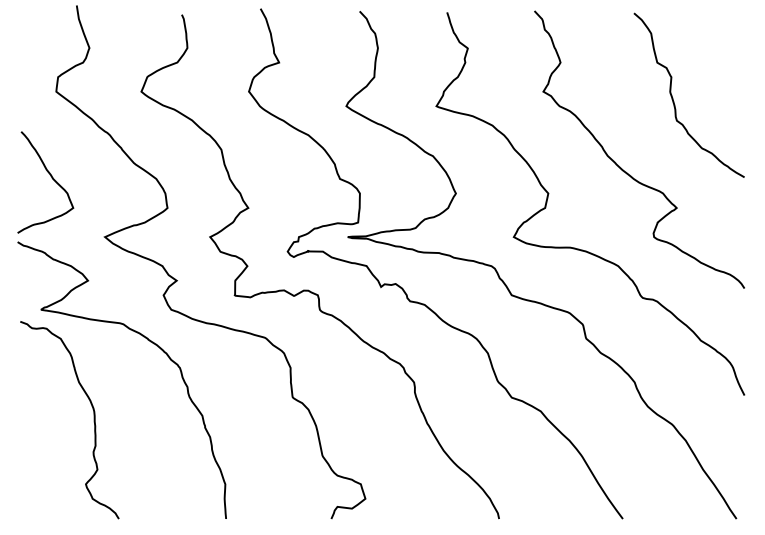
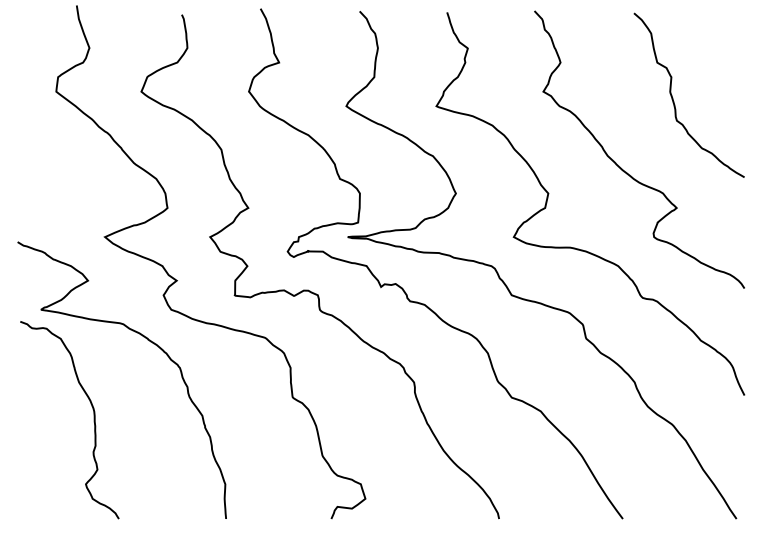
curve at (51, 178): present -> none
